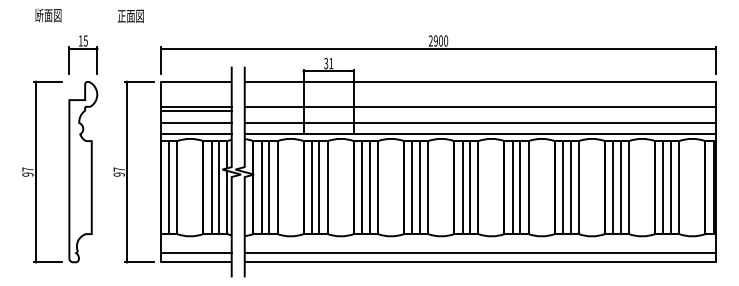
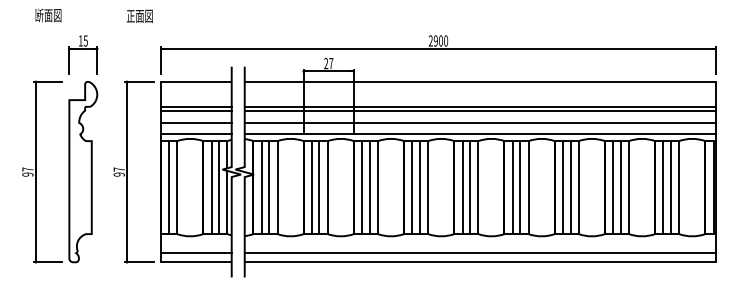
text at (130, 15) position: (130, 15) -> (139, 15)
text at (328, 63): 31 -> 27
line at (479, 110): none -> present
